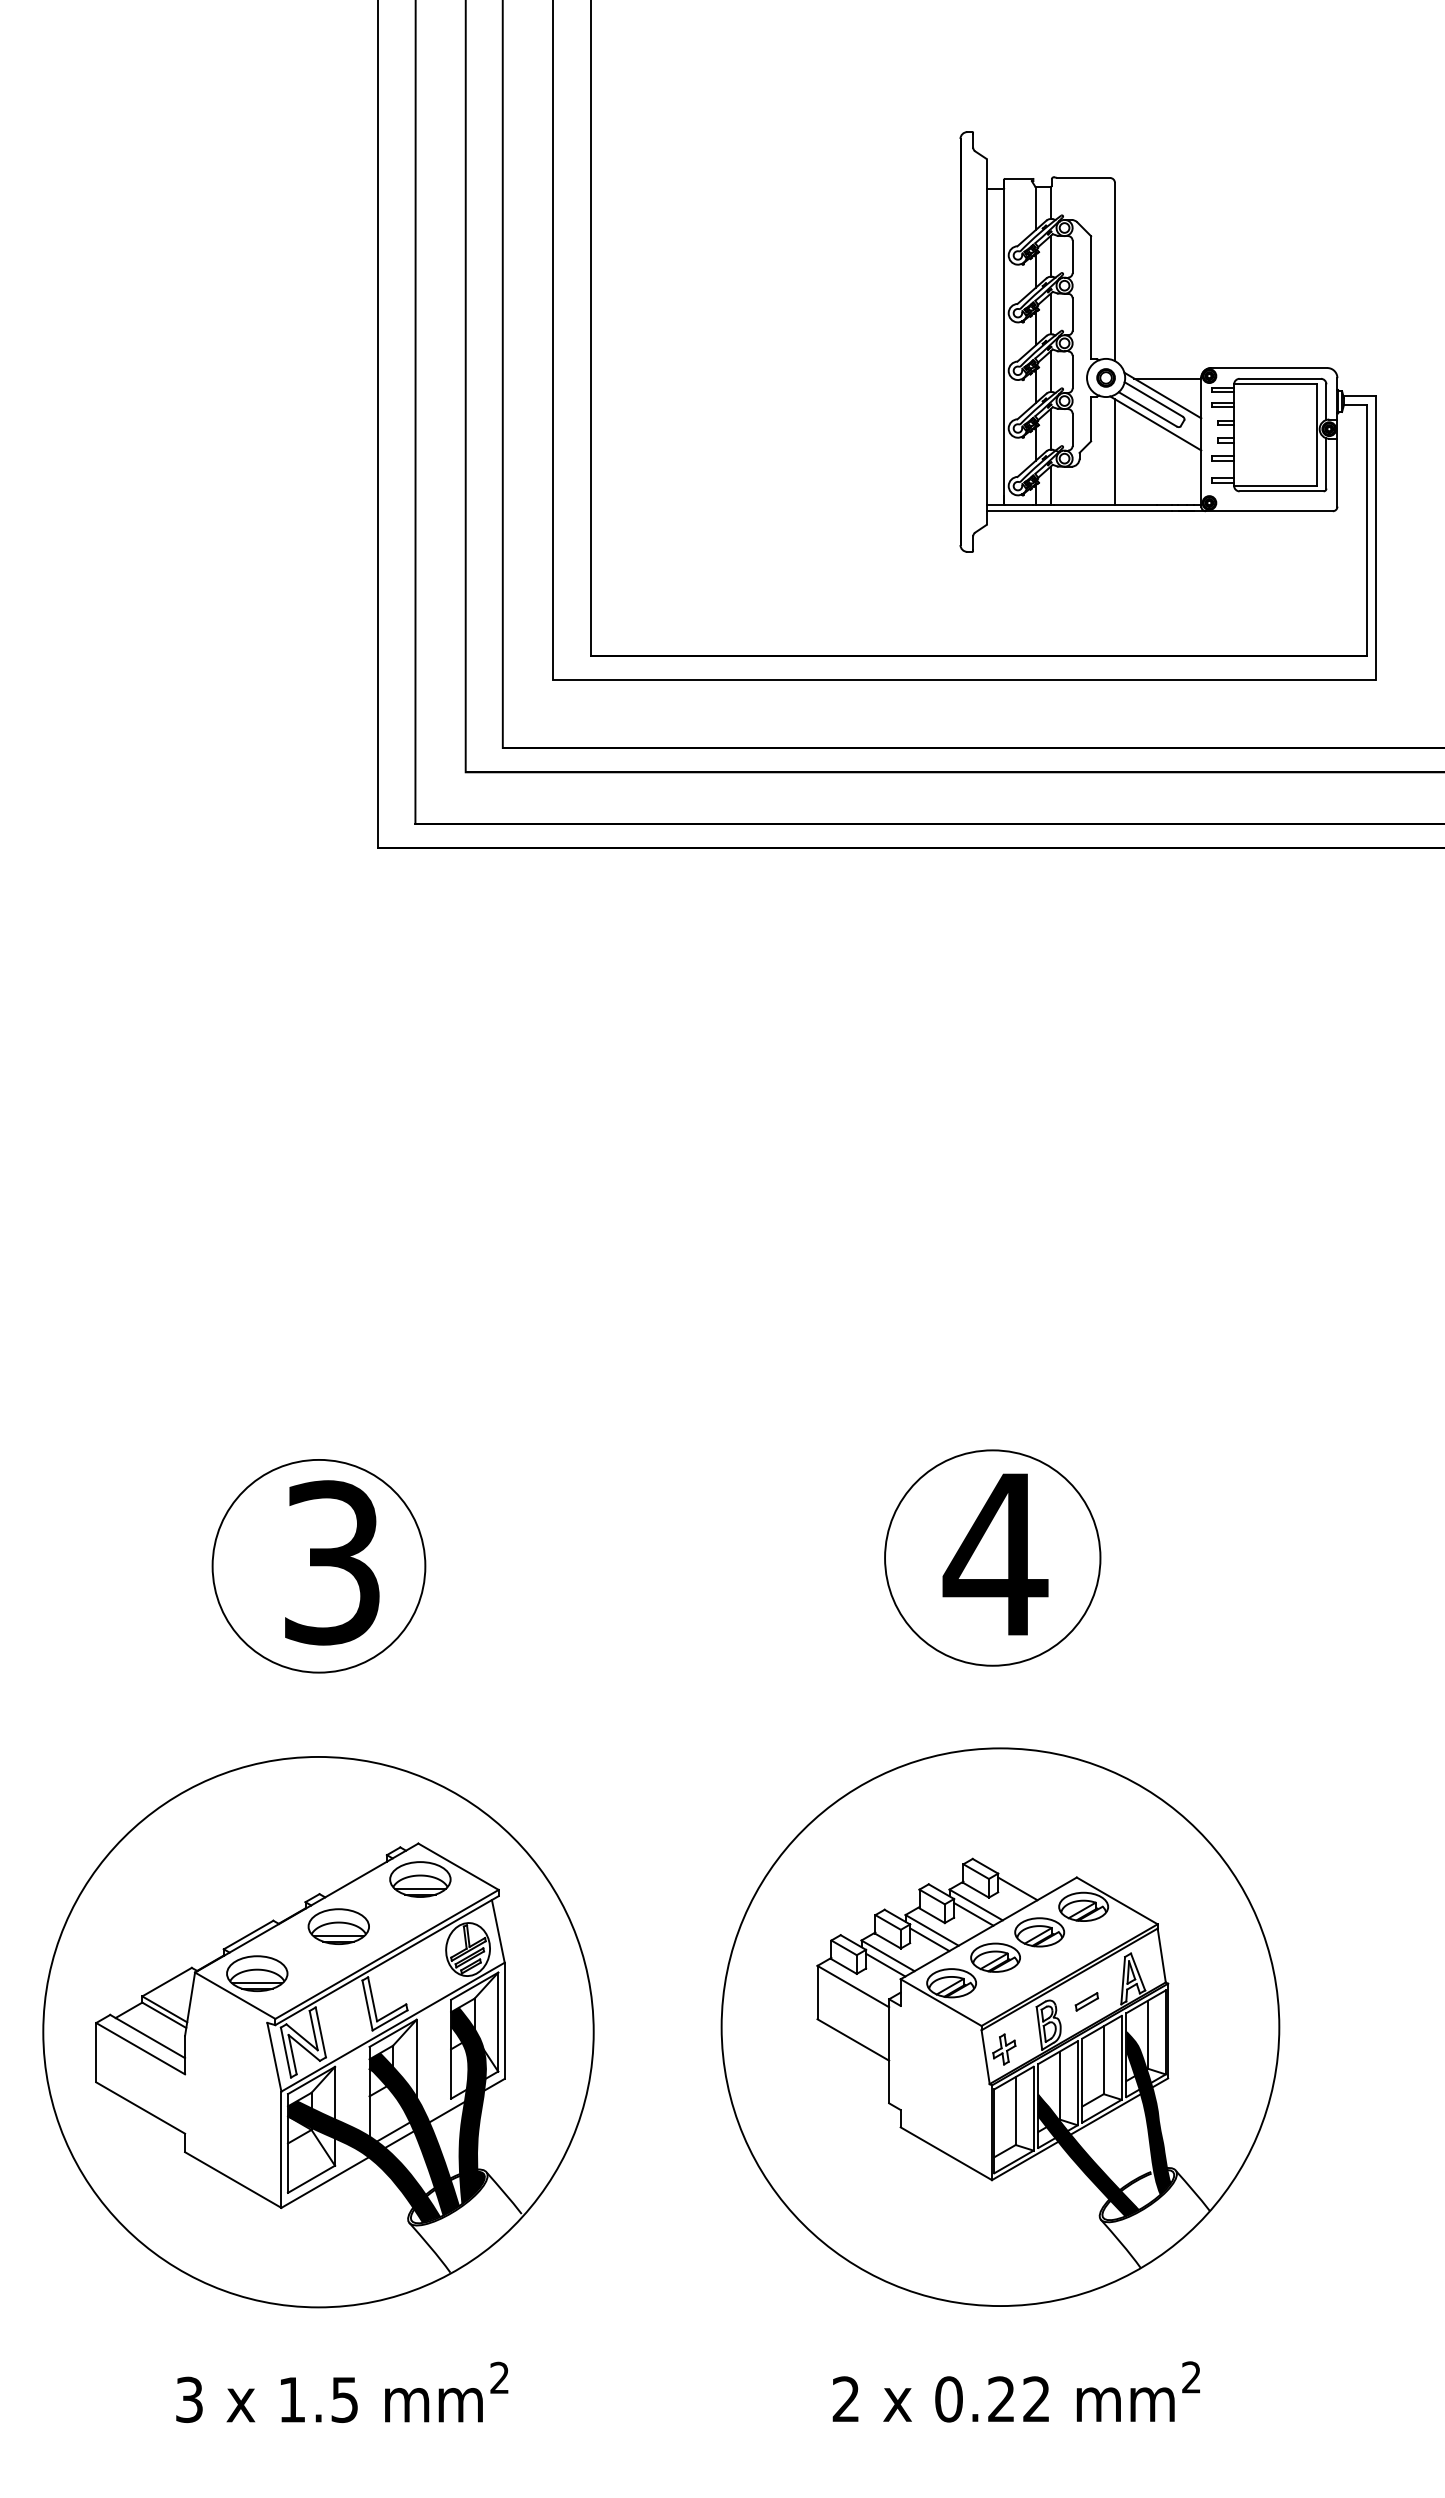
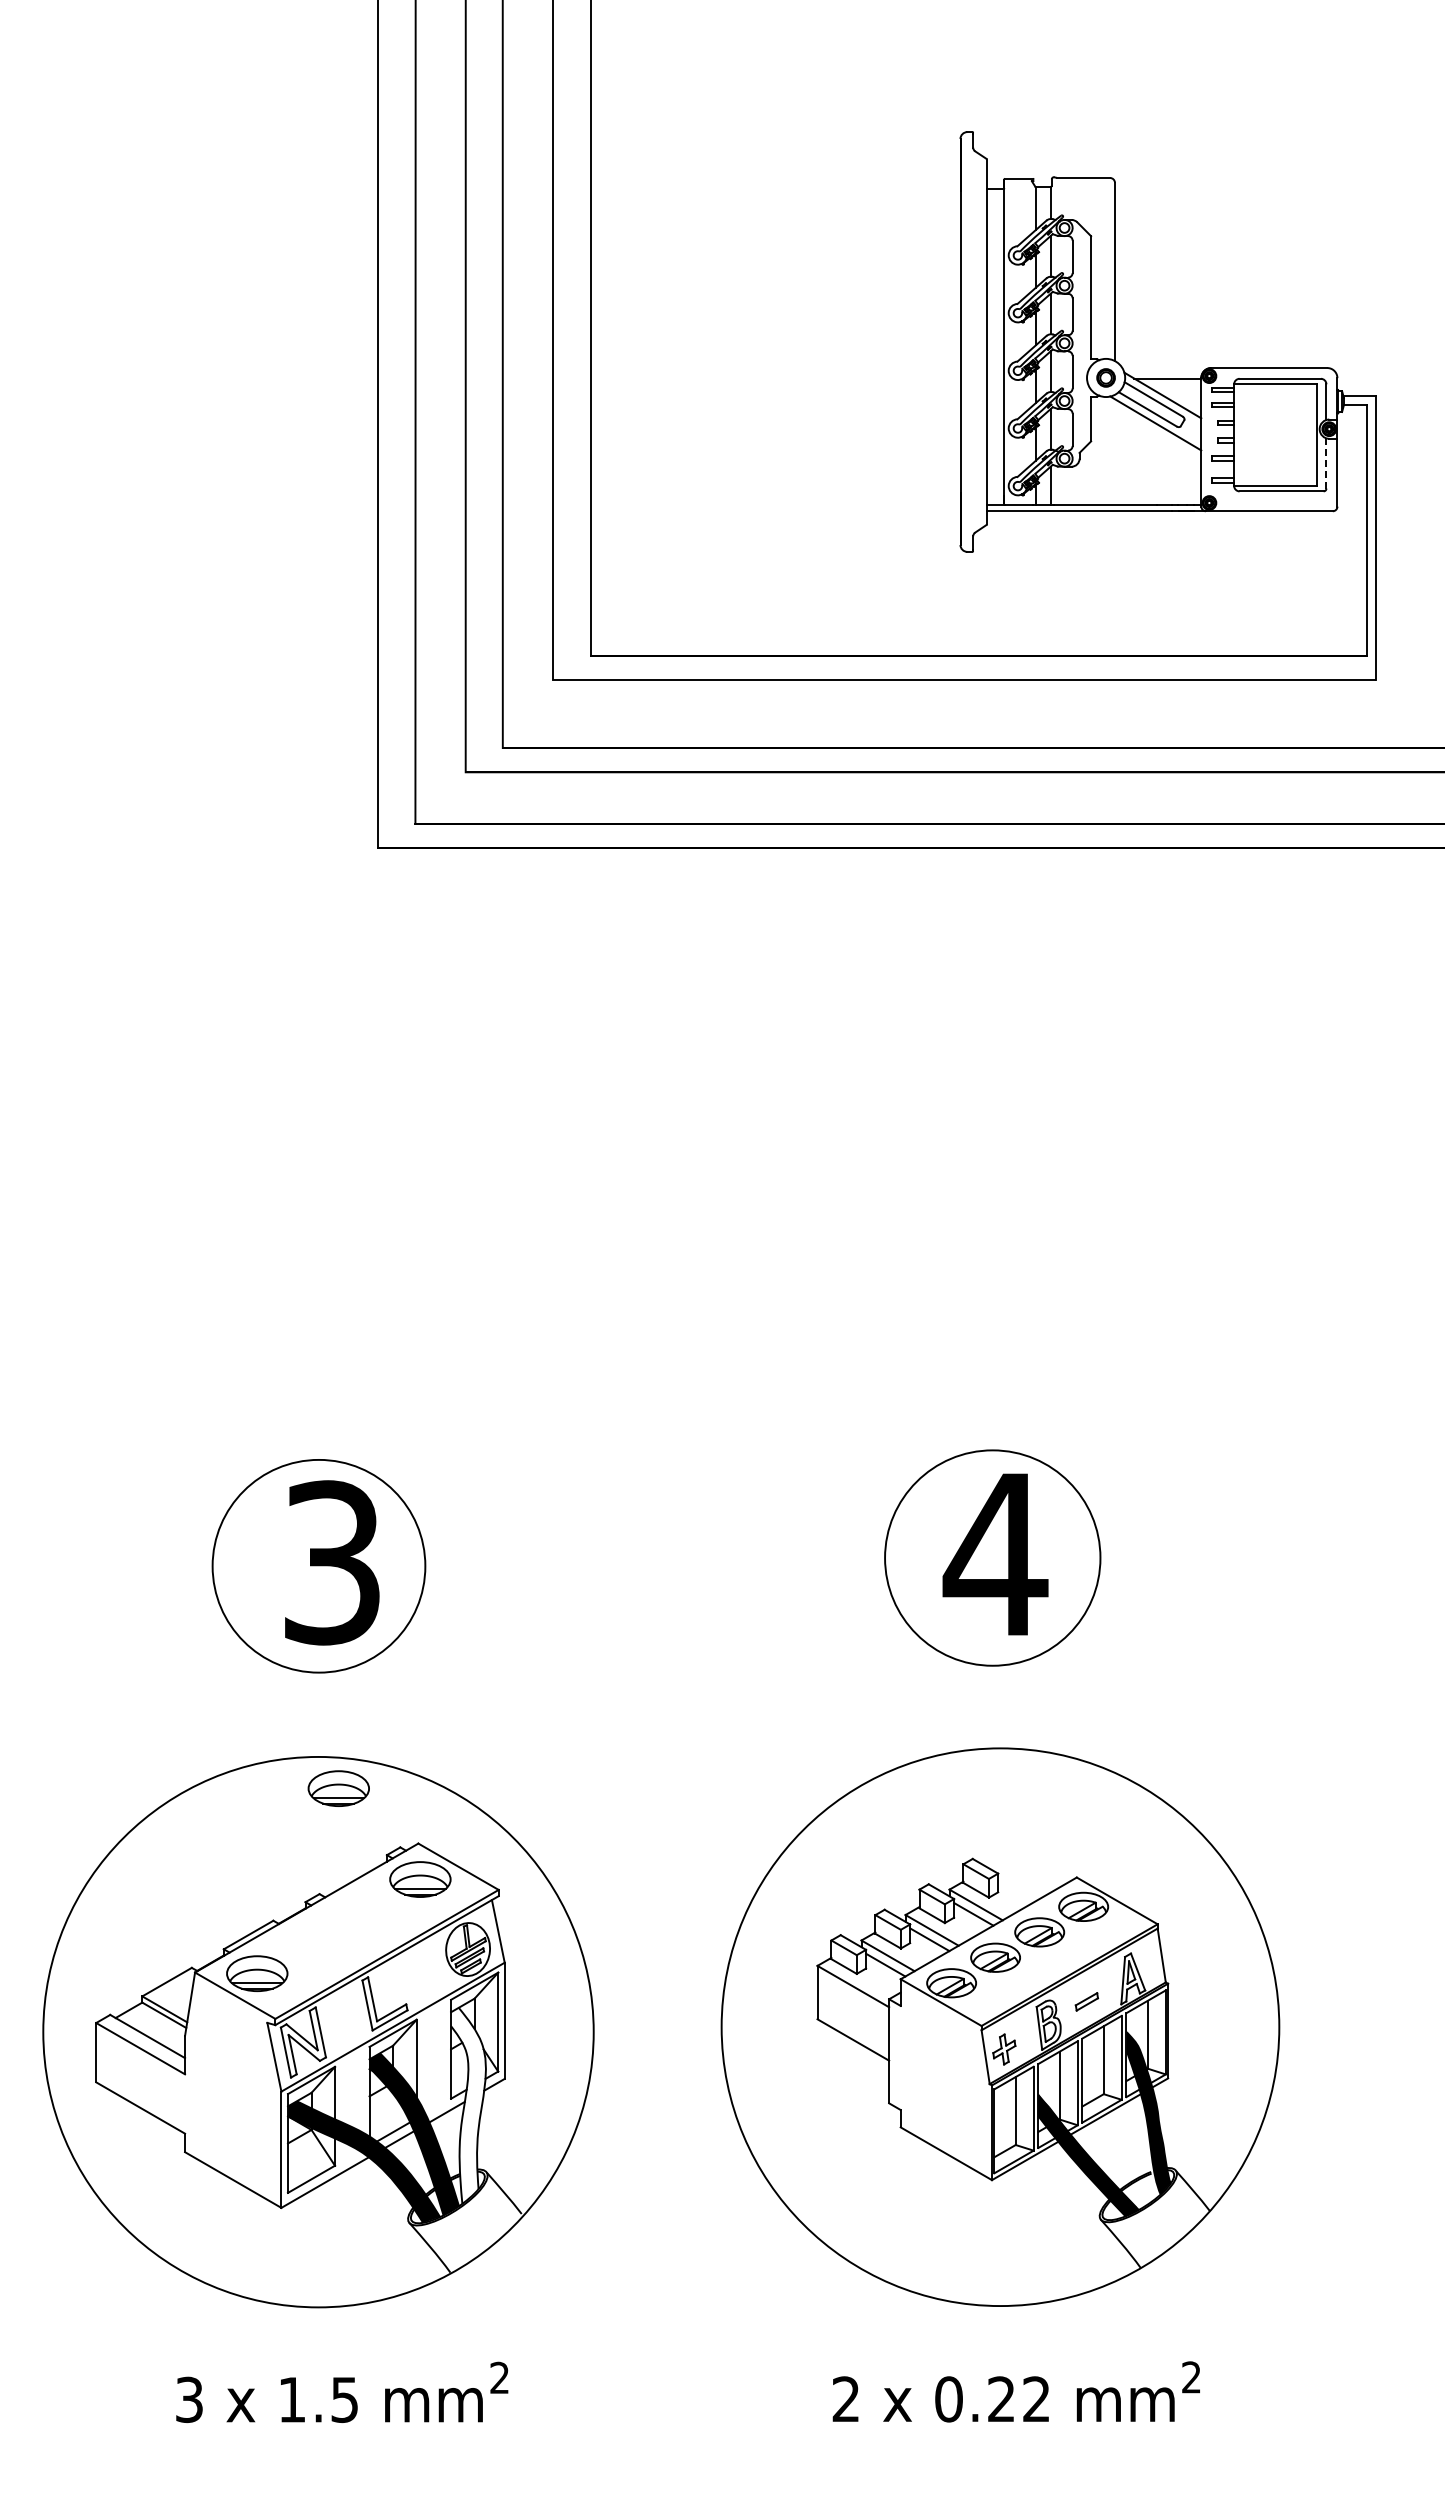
line at (1114, 452): present -> none
line at (1326, 462): solid -> dashed
line at (1017, 1888): present -> none
part at (338, 1926) position: (338, 1926) -> (338, 1788)
fill at (468, 2107): present -> none
